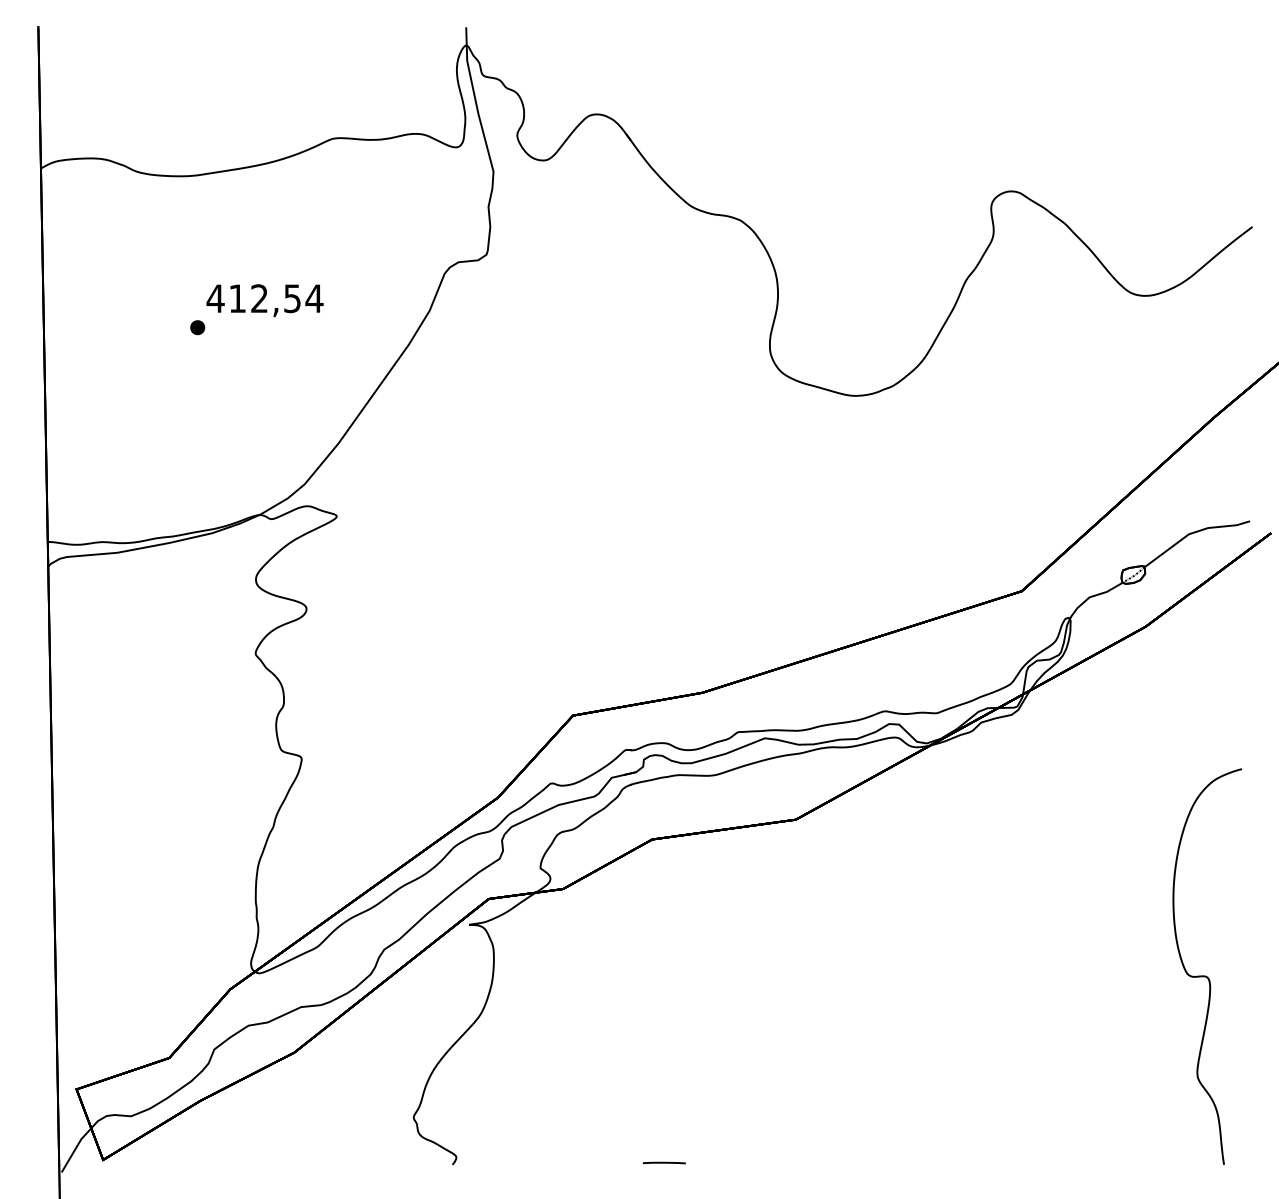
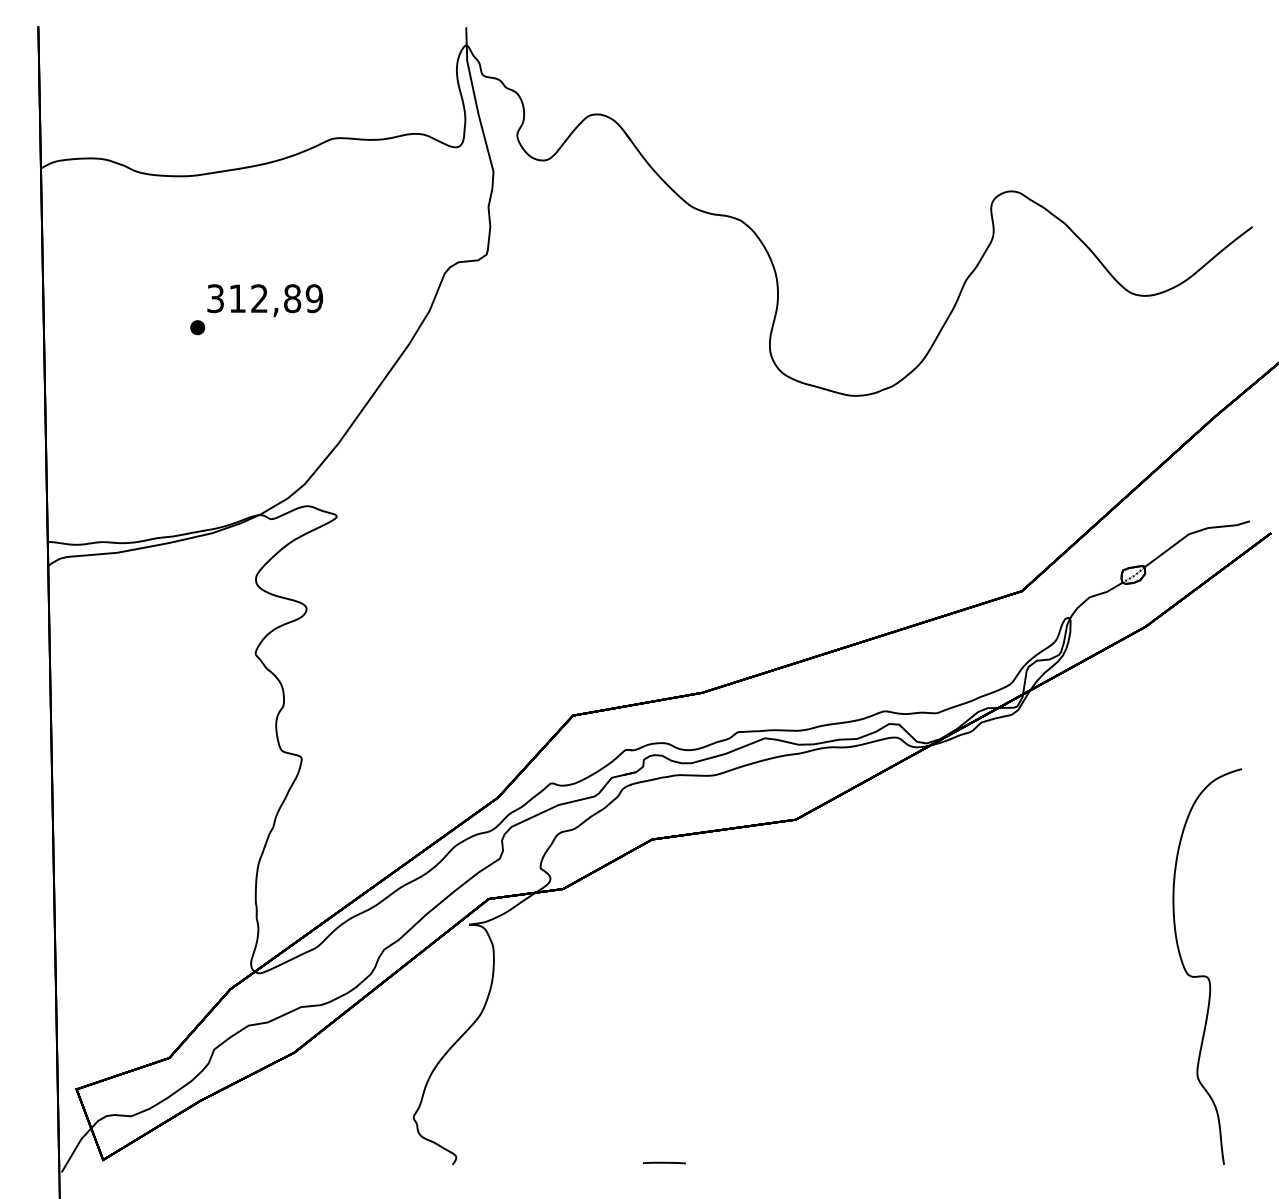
text at (264, 298): 412,54 -> 312,89
